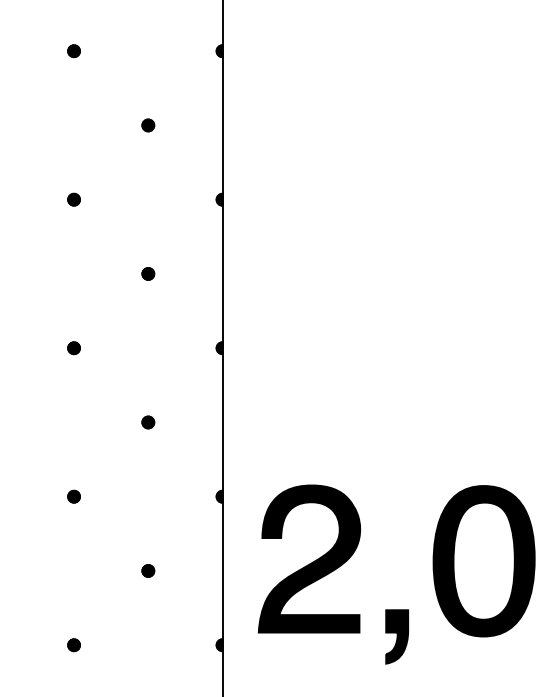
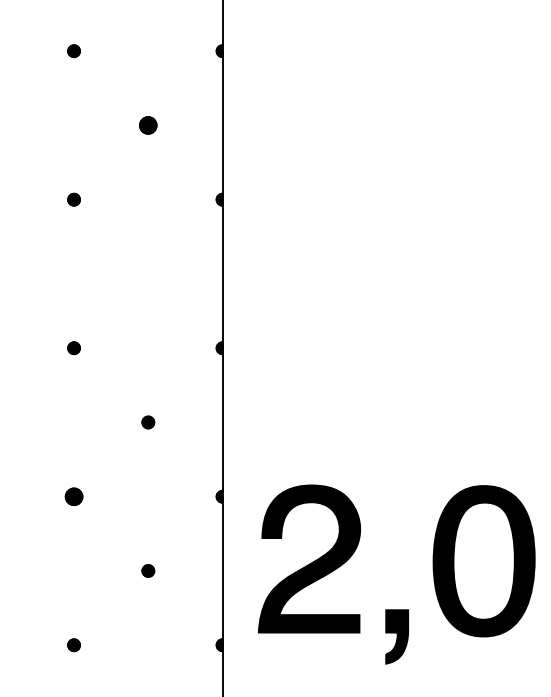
part at (148, 125) size: 15x15 px -> 19x19 px
part at (148, 273): present -> none
part at (73, 496) size: 14x15 px -> 20x20 px
